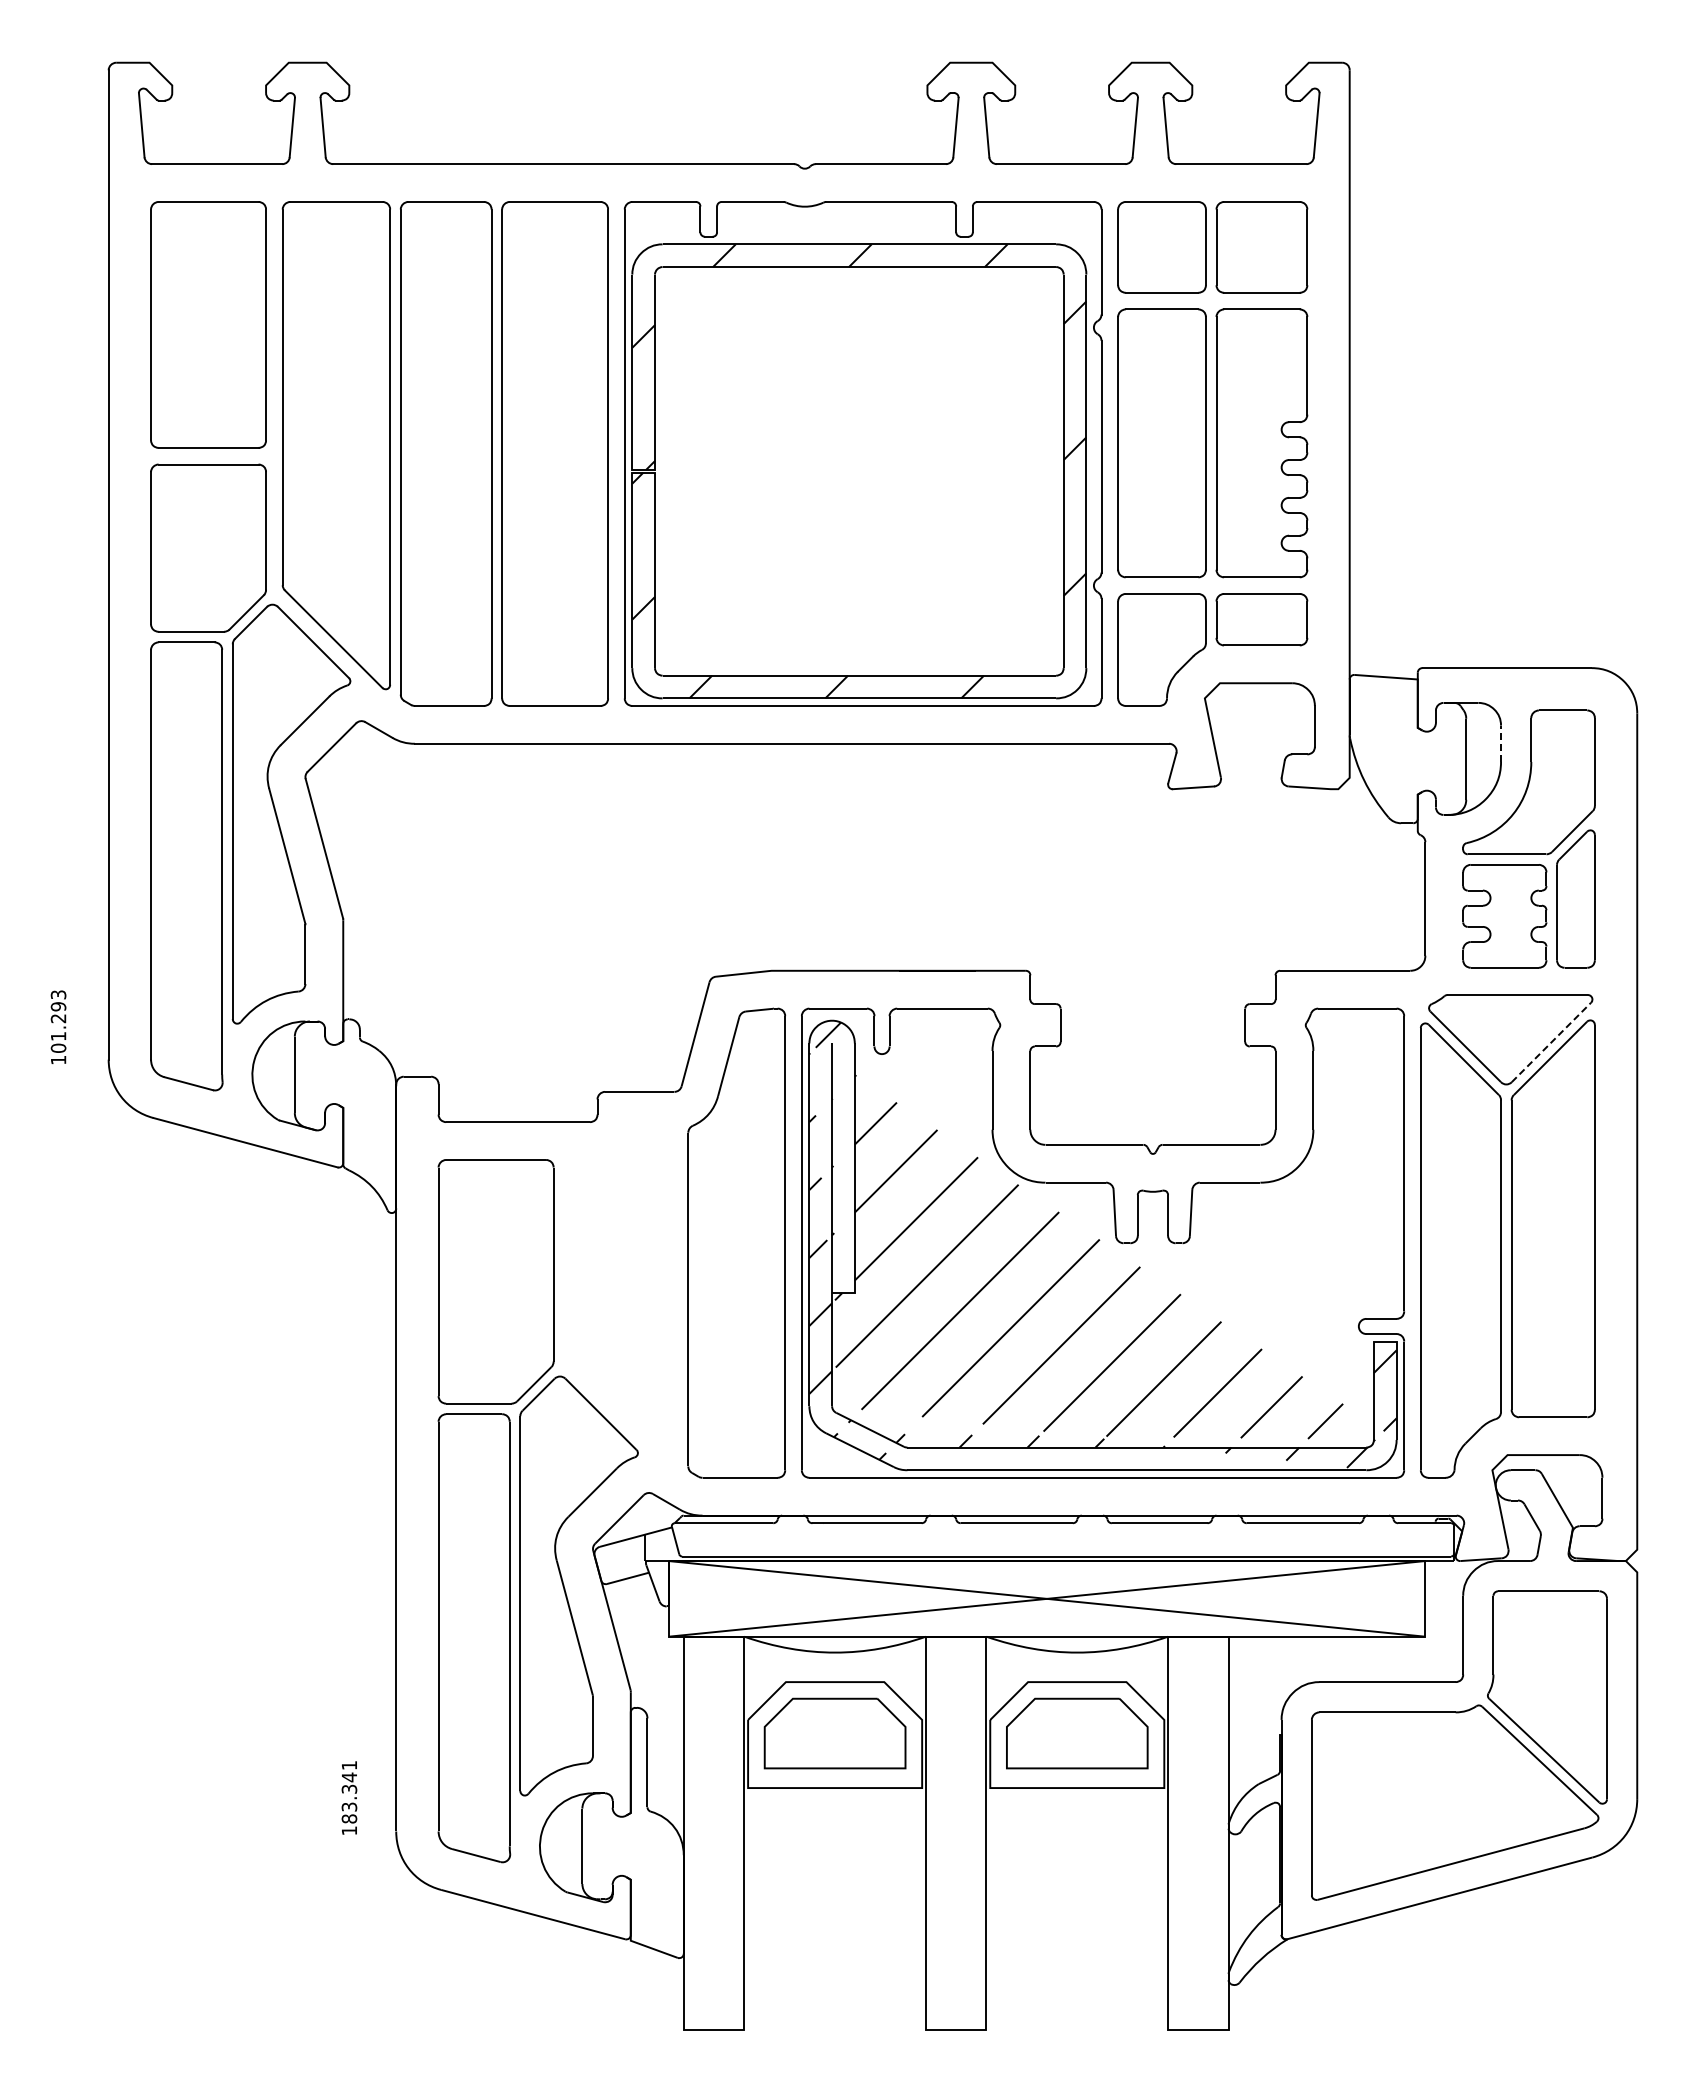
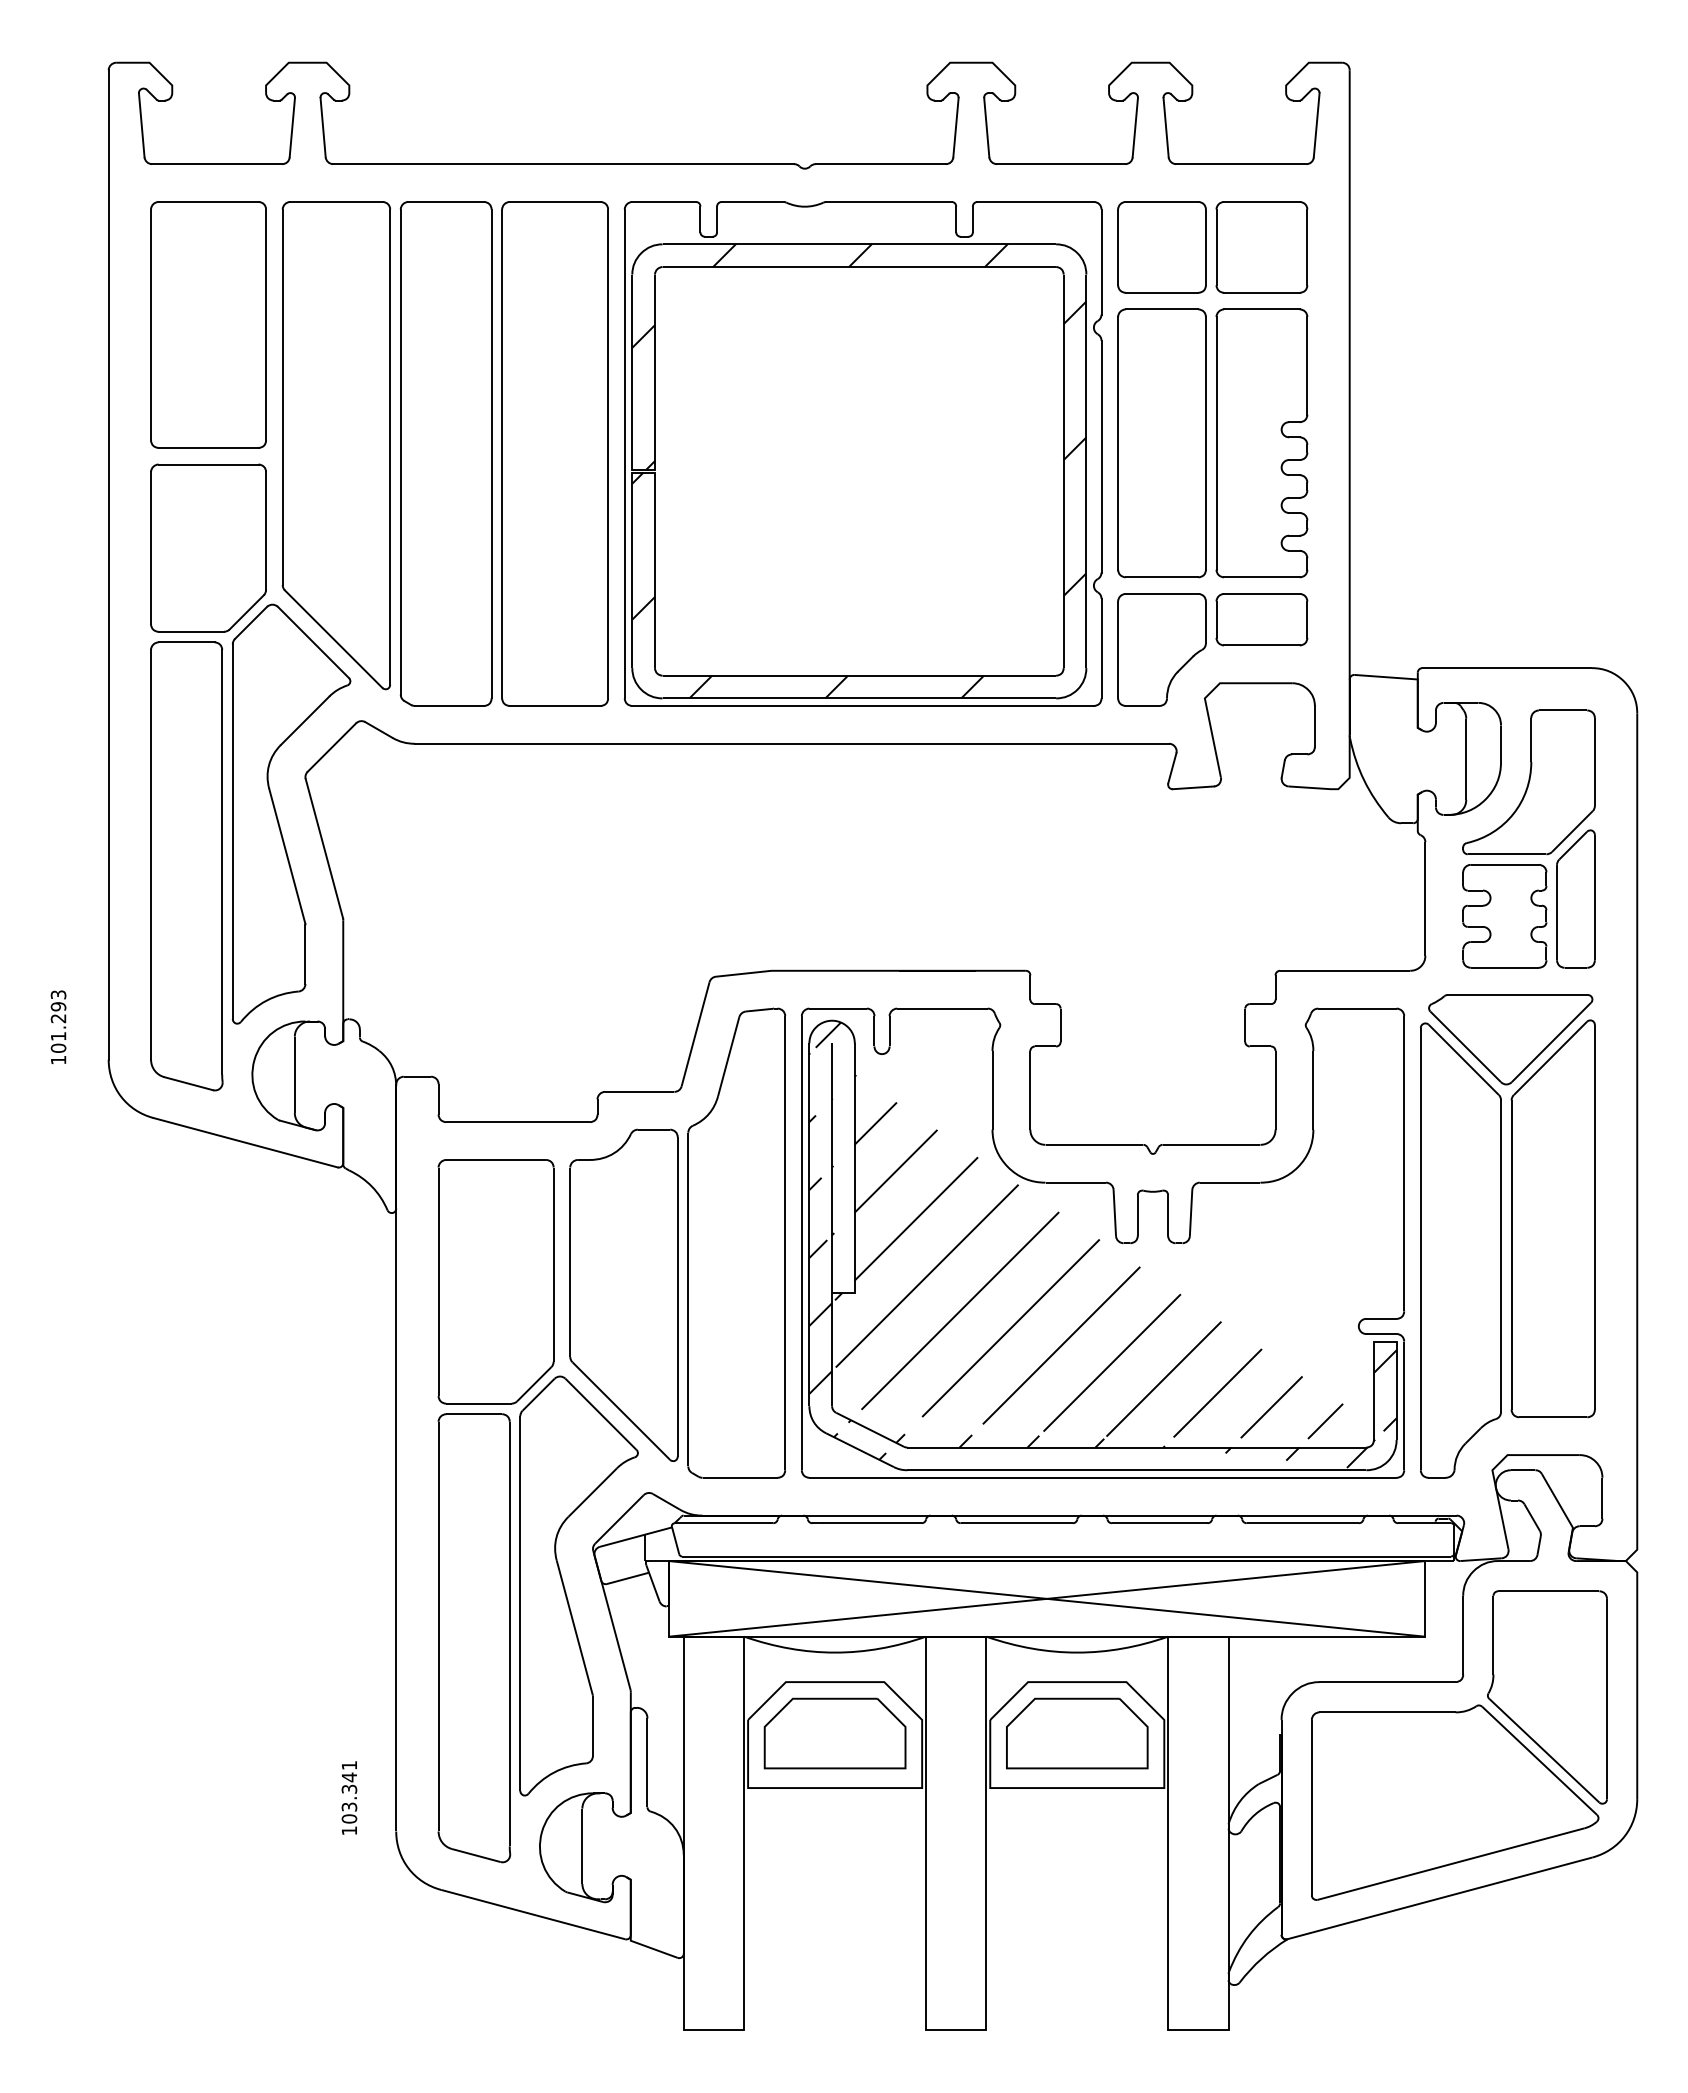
line at (1501, 743): dashed -> solid
line at (1551, 1042): dashed -> solid
part at (623, 1295): none -> present
text at (349, 1818): 183.341 -> 103.341
